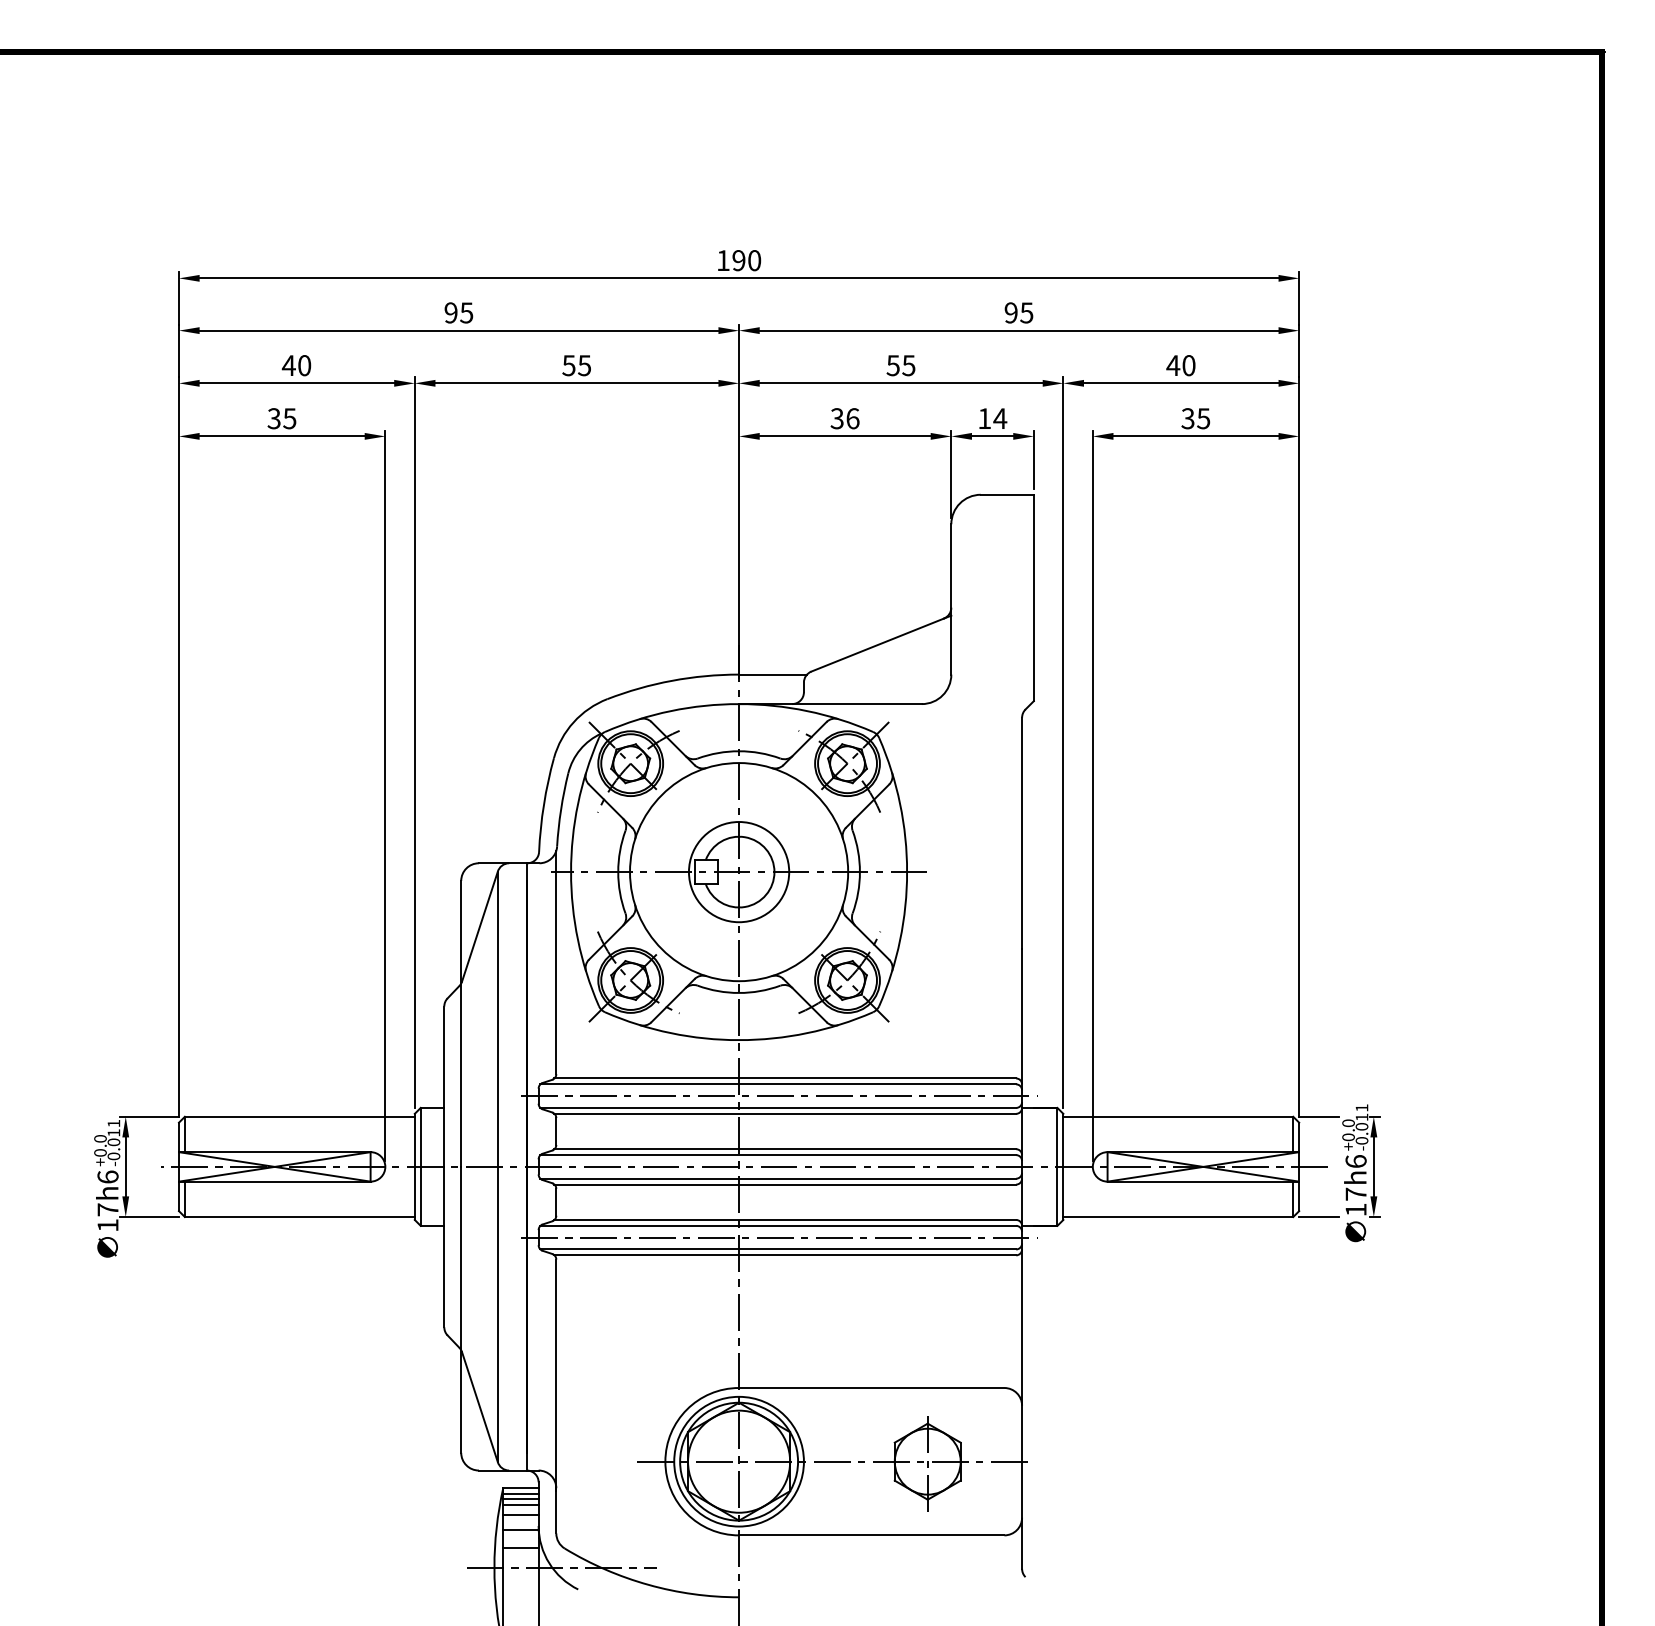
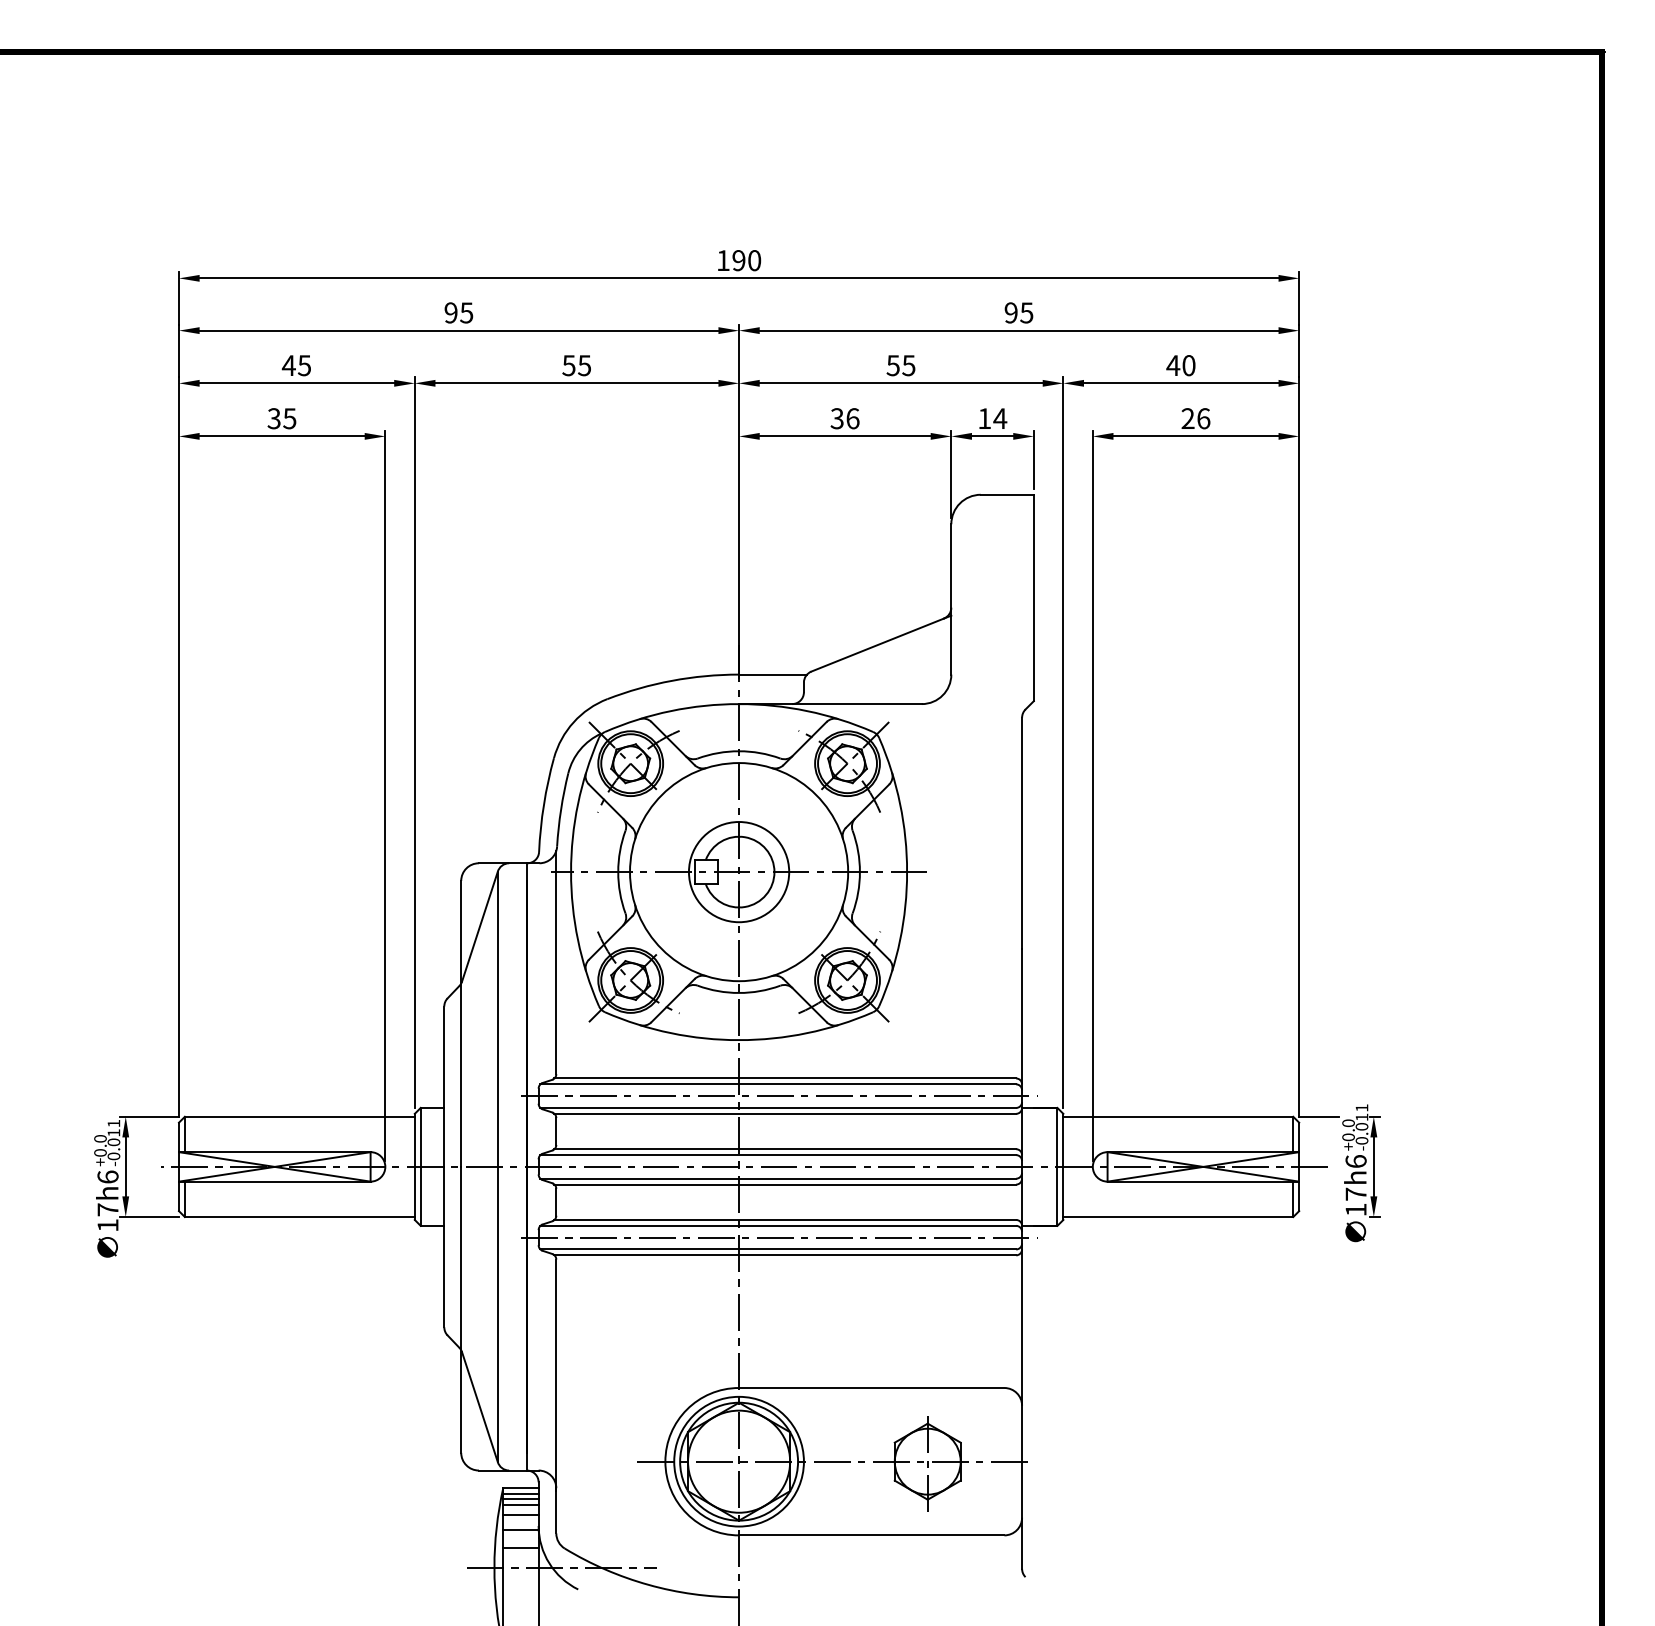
text at (304, 365): 40 -> 45
text at (1195, 418): 35 -> 26
line at (1319, 1217): present -> none
